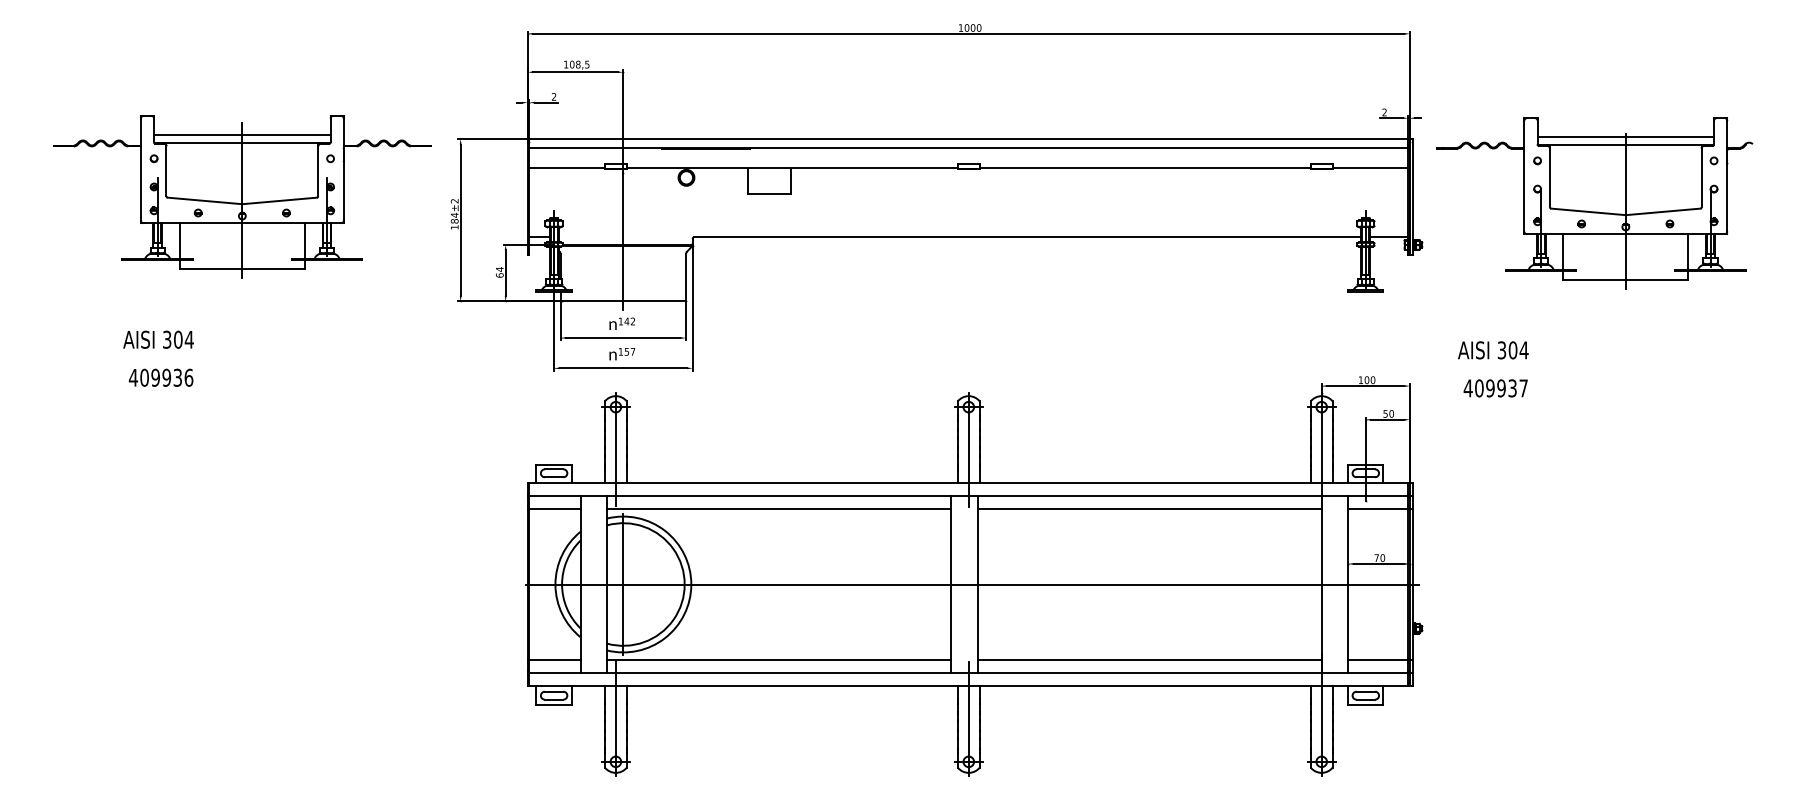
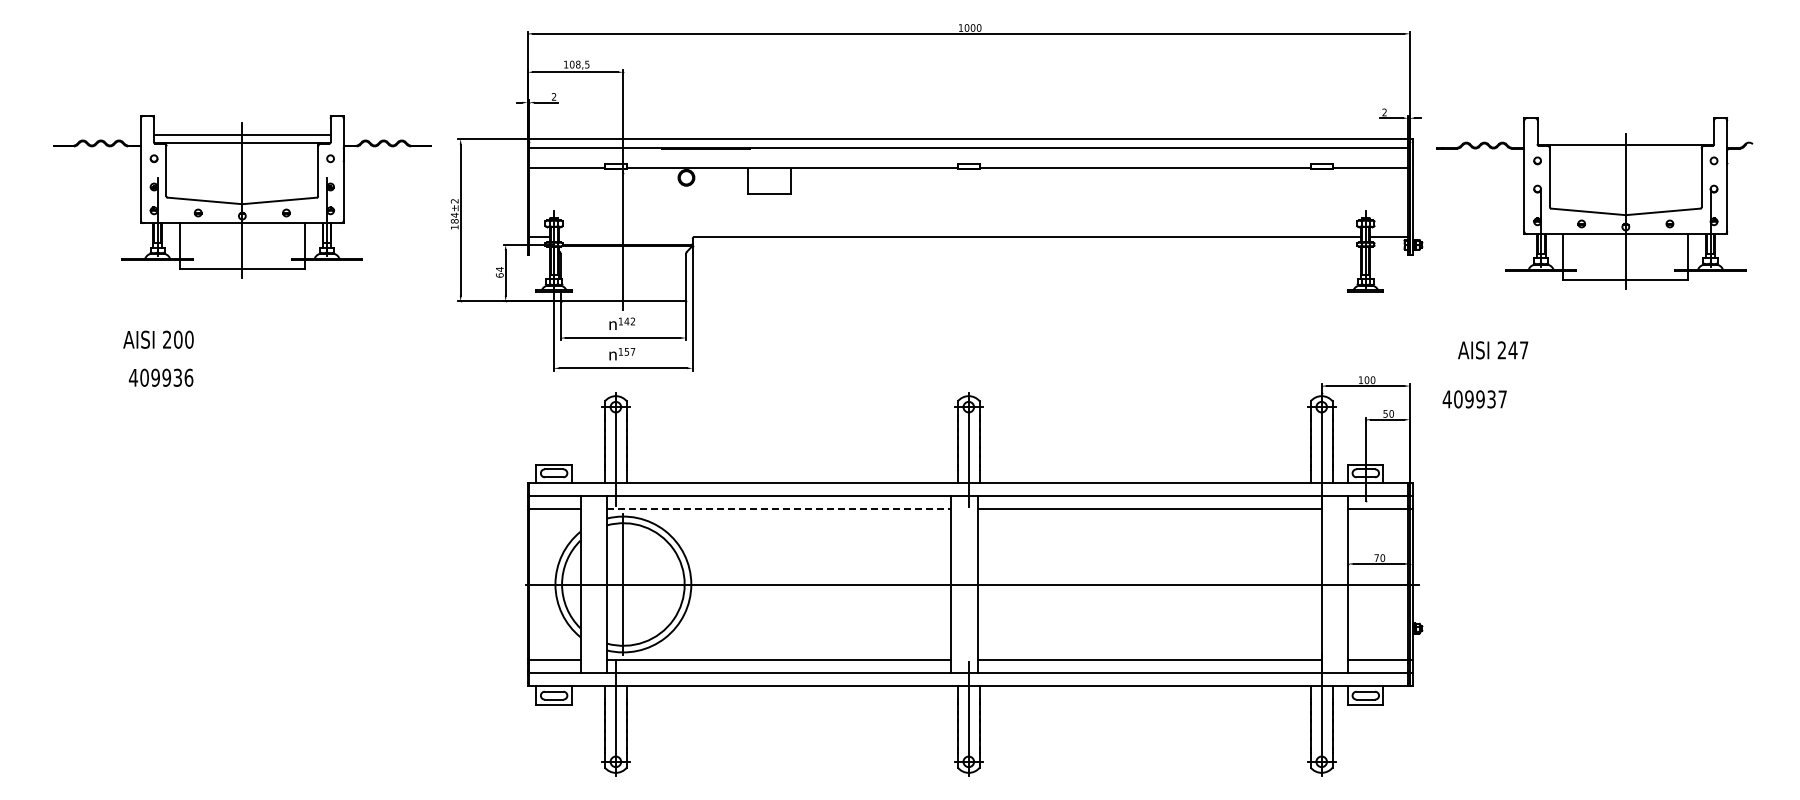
line at (1625, 136): present -> none
text at (178, 339): 304 -> 200
text at (1512, 350): 304 -> 247
text at (1495, 388) position: (1495, 388) -> (1474, 399)
line at (779, 508): solid -> dashed
